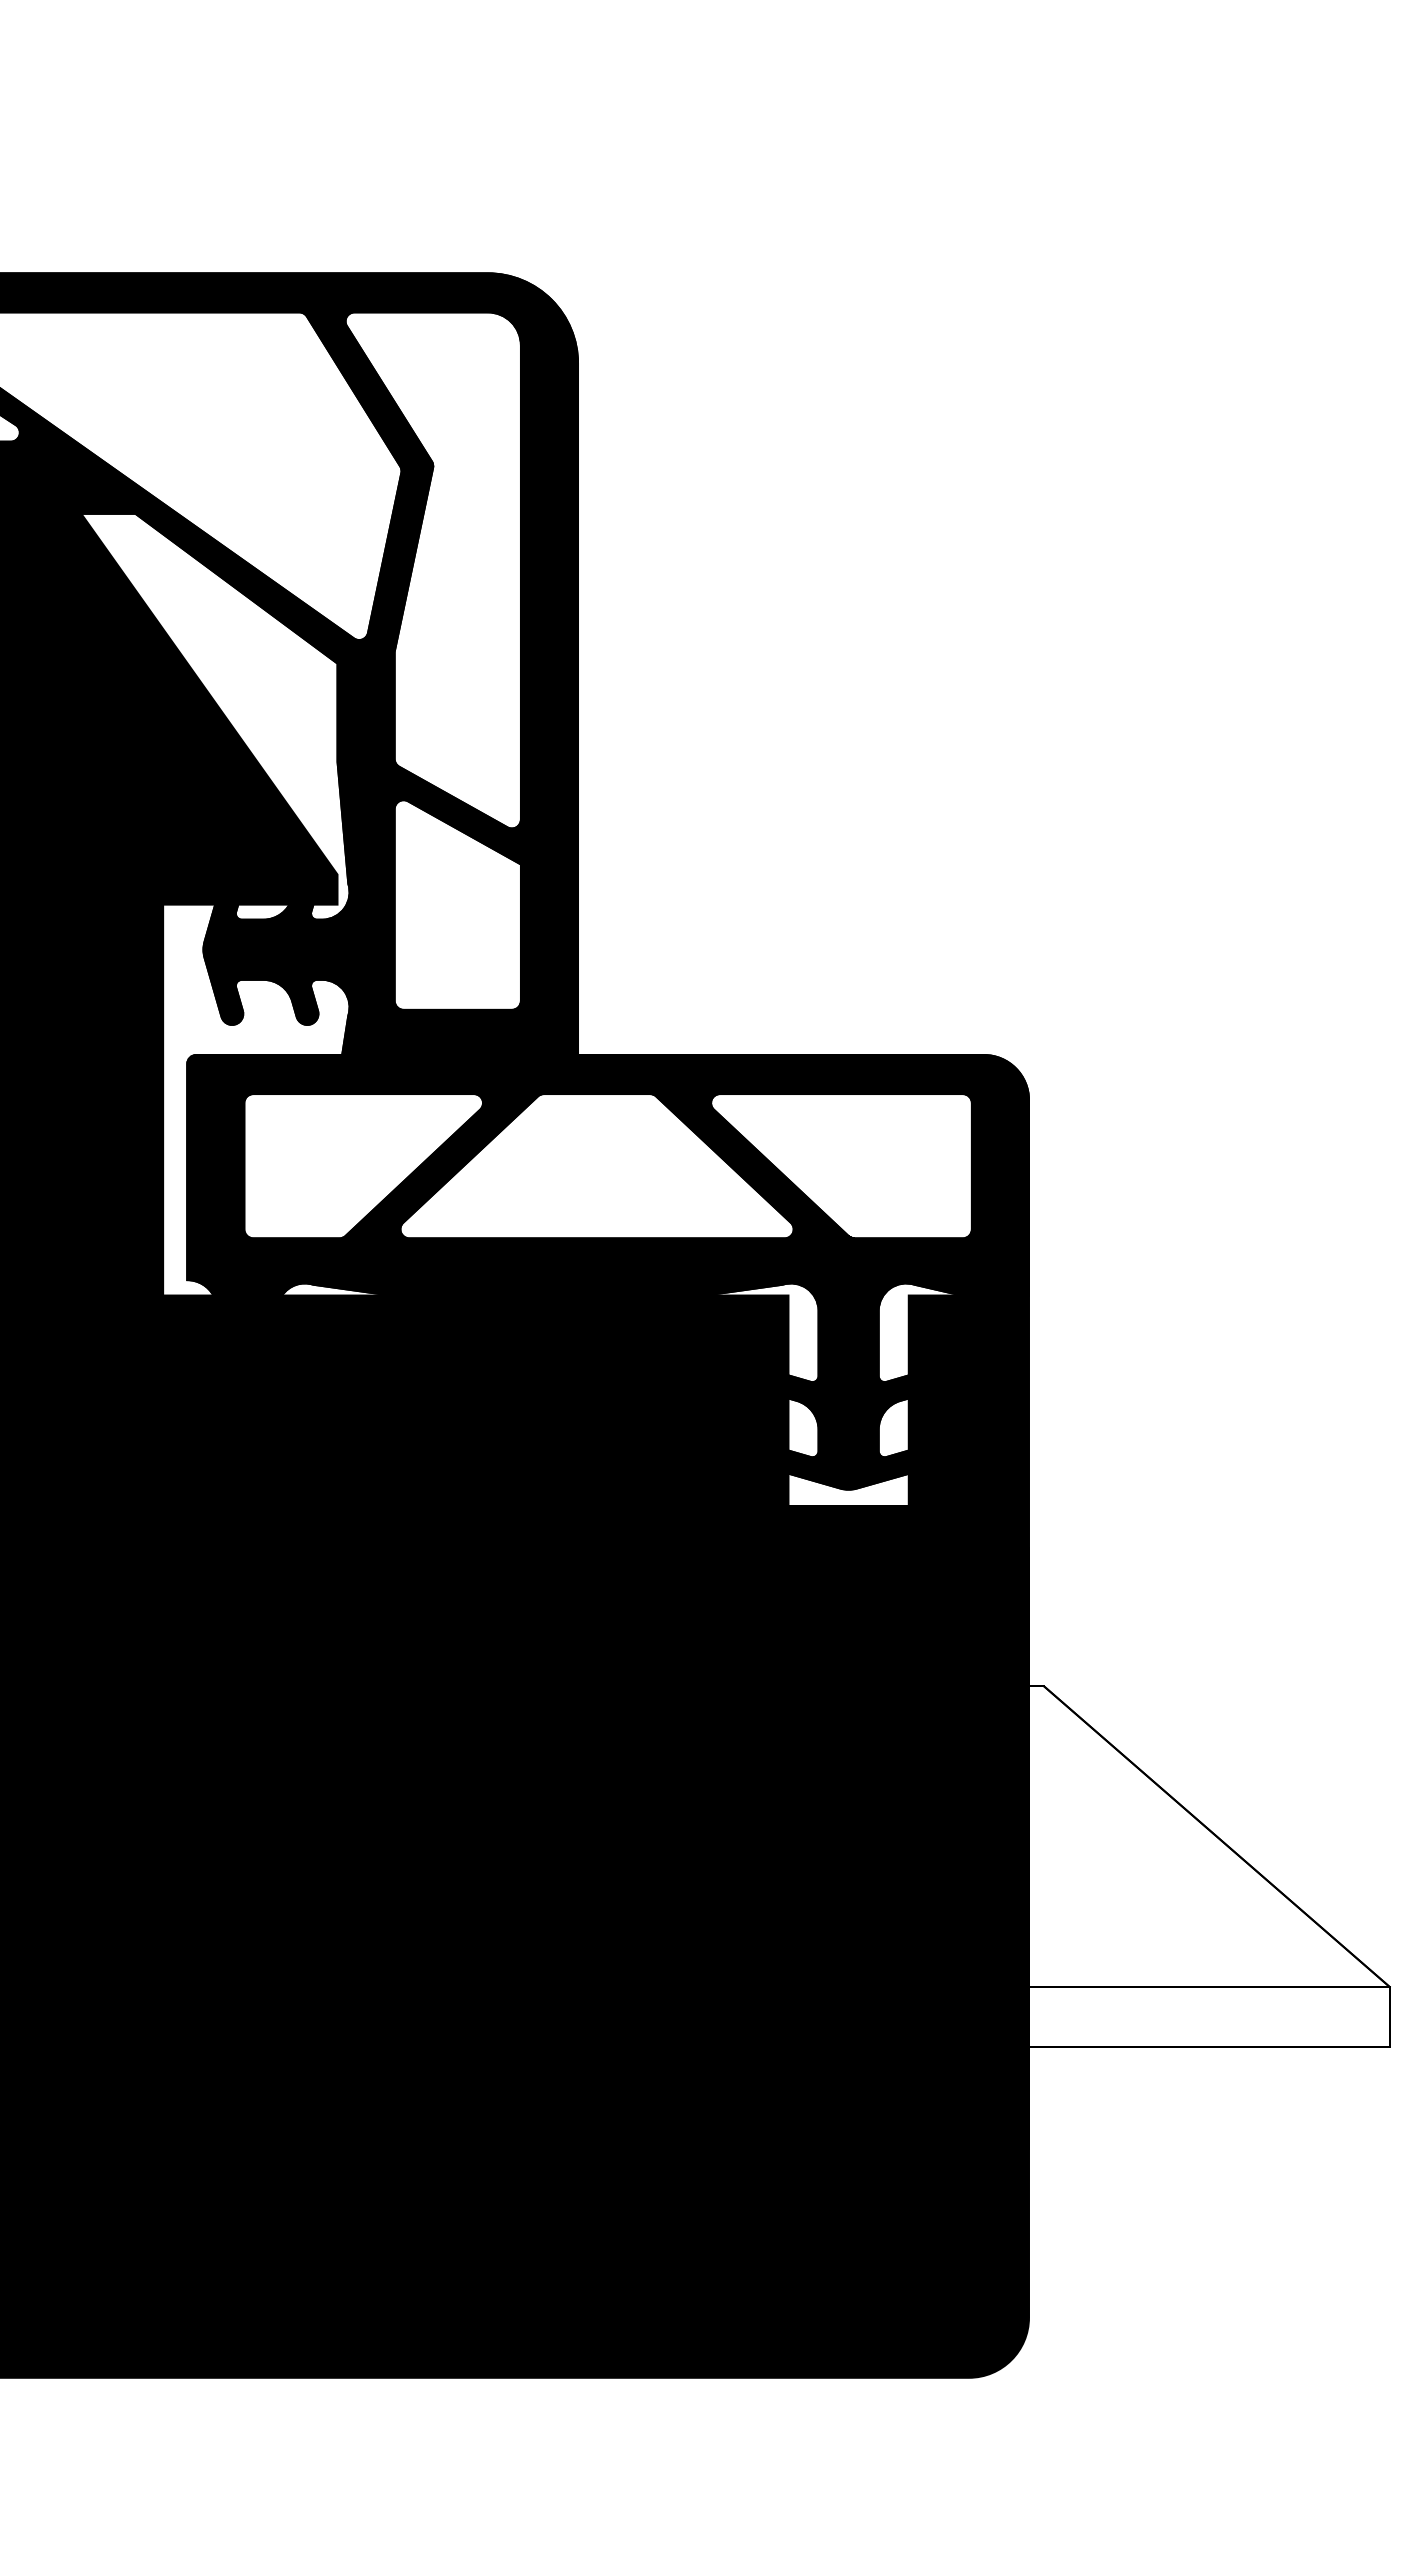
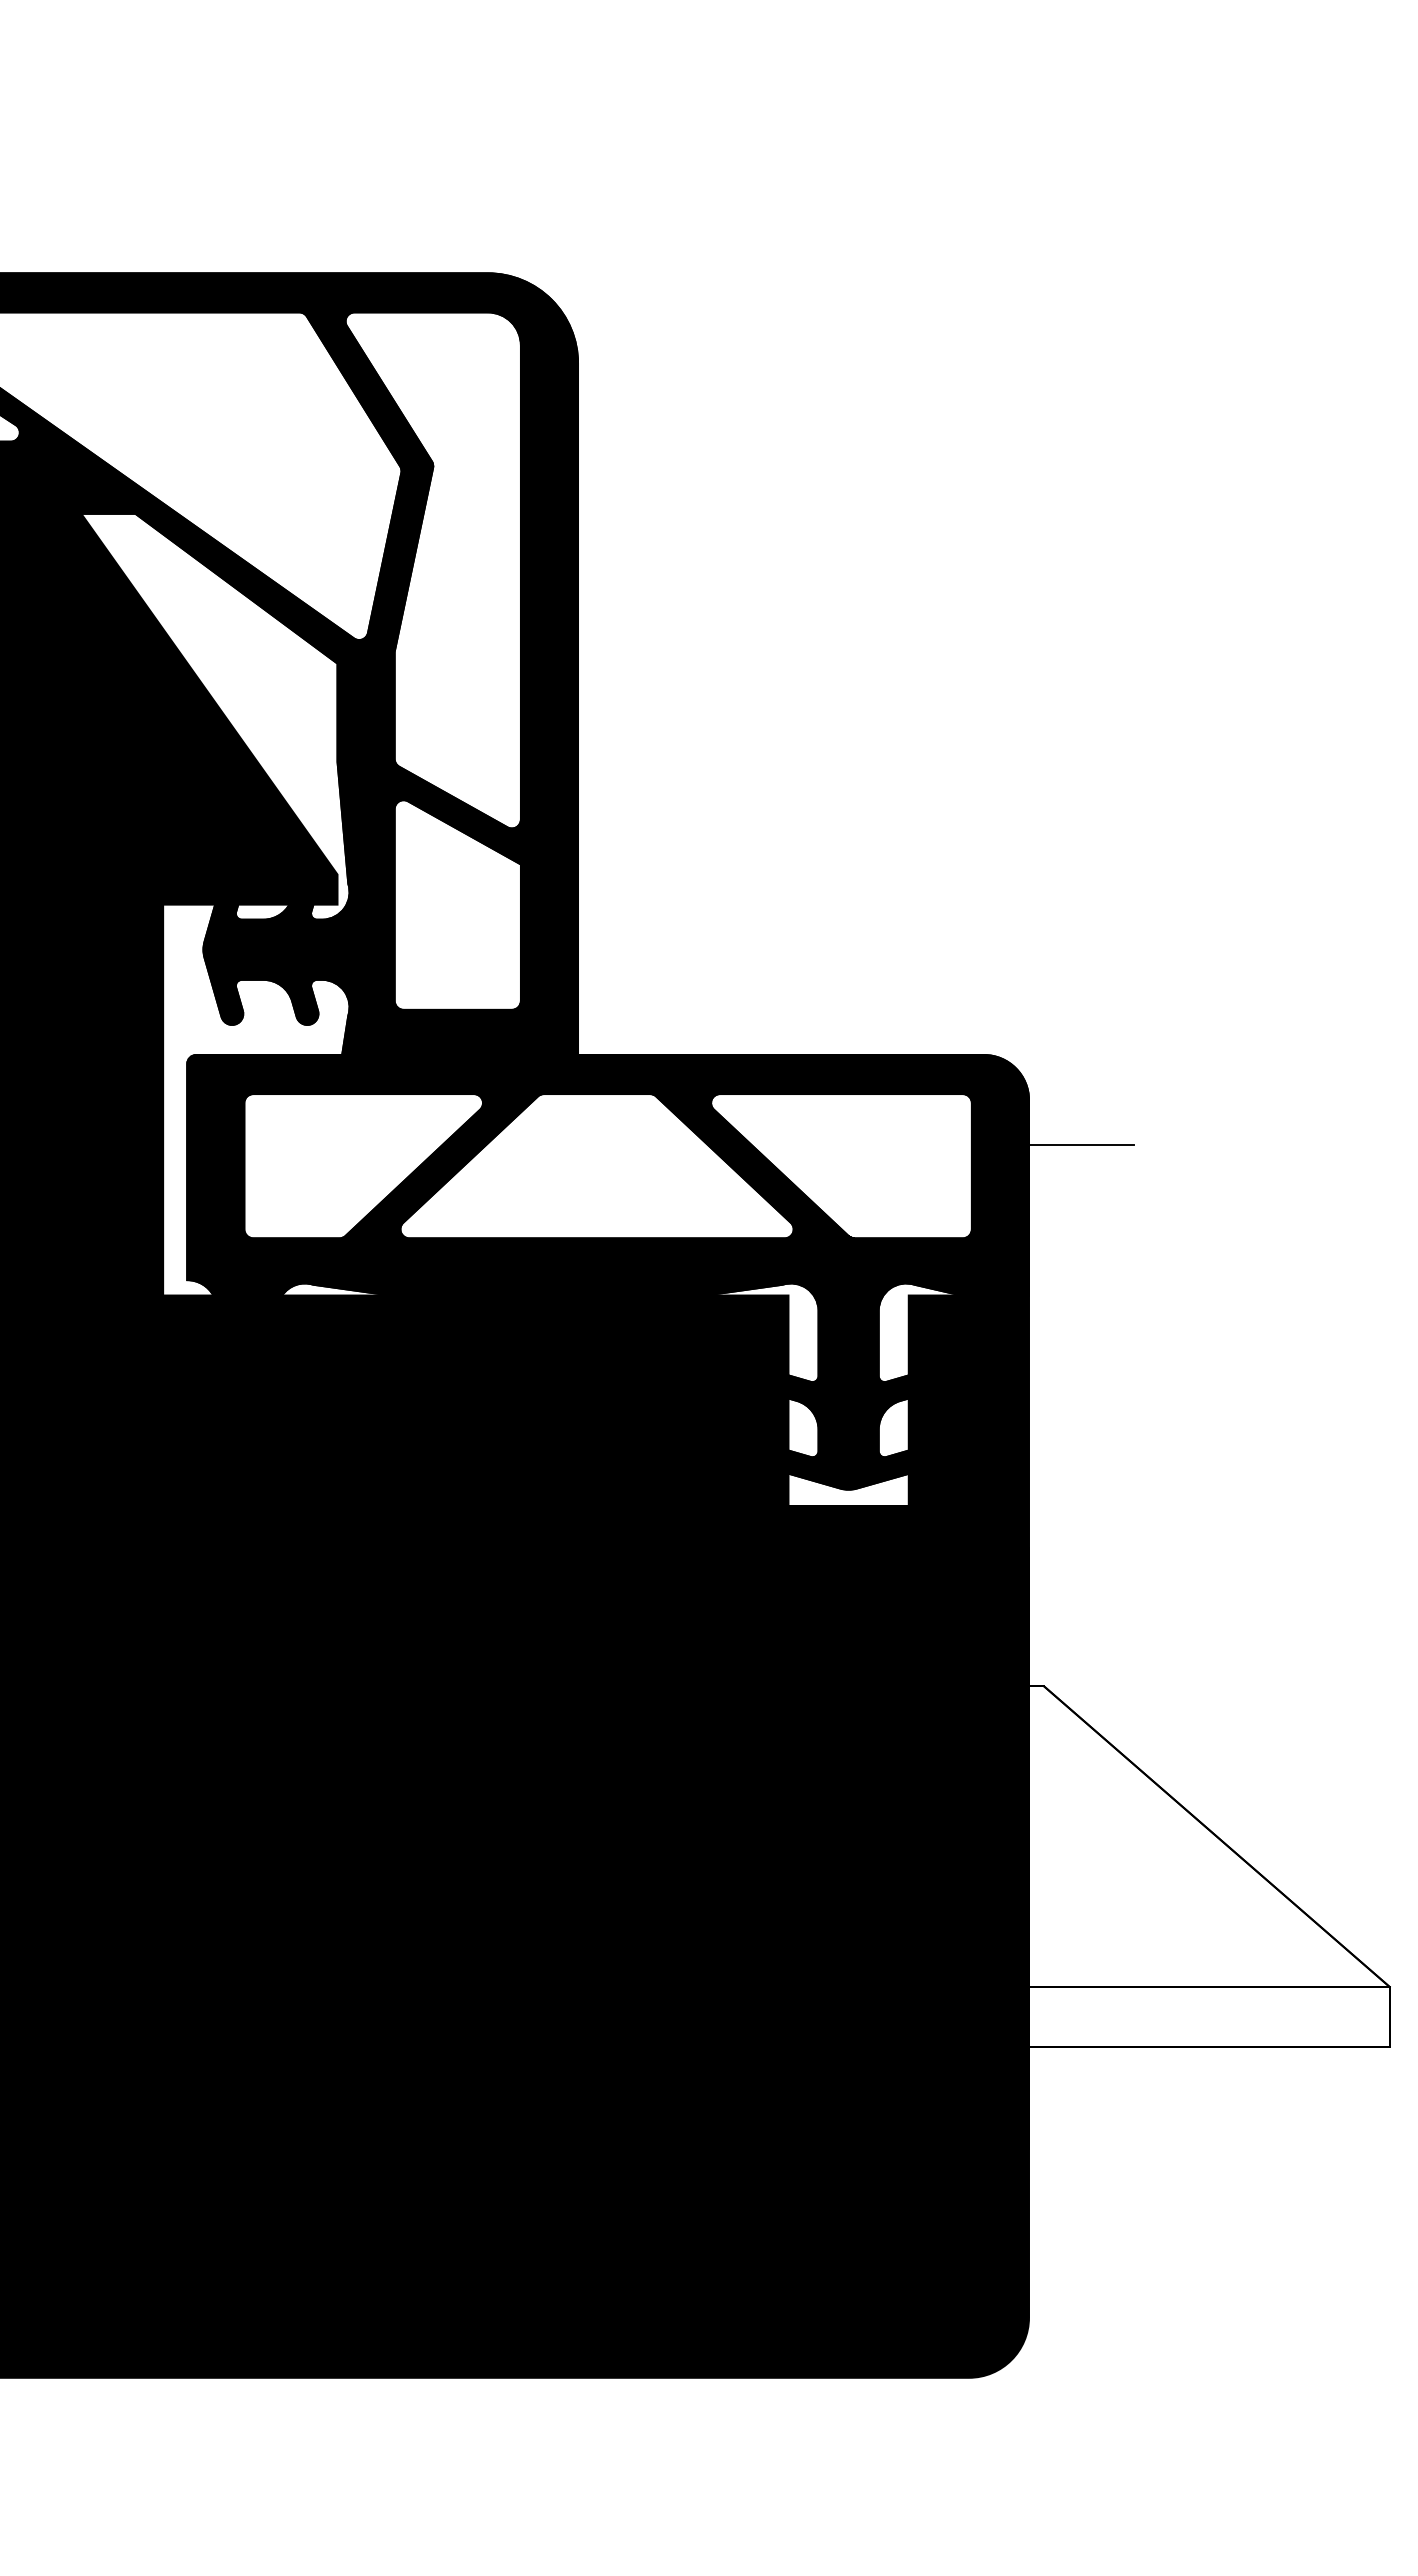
line at (1081, 1145): none -> present
